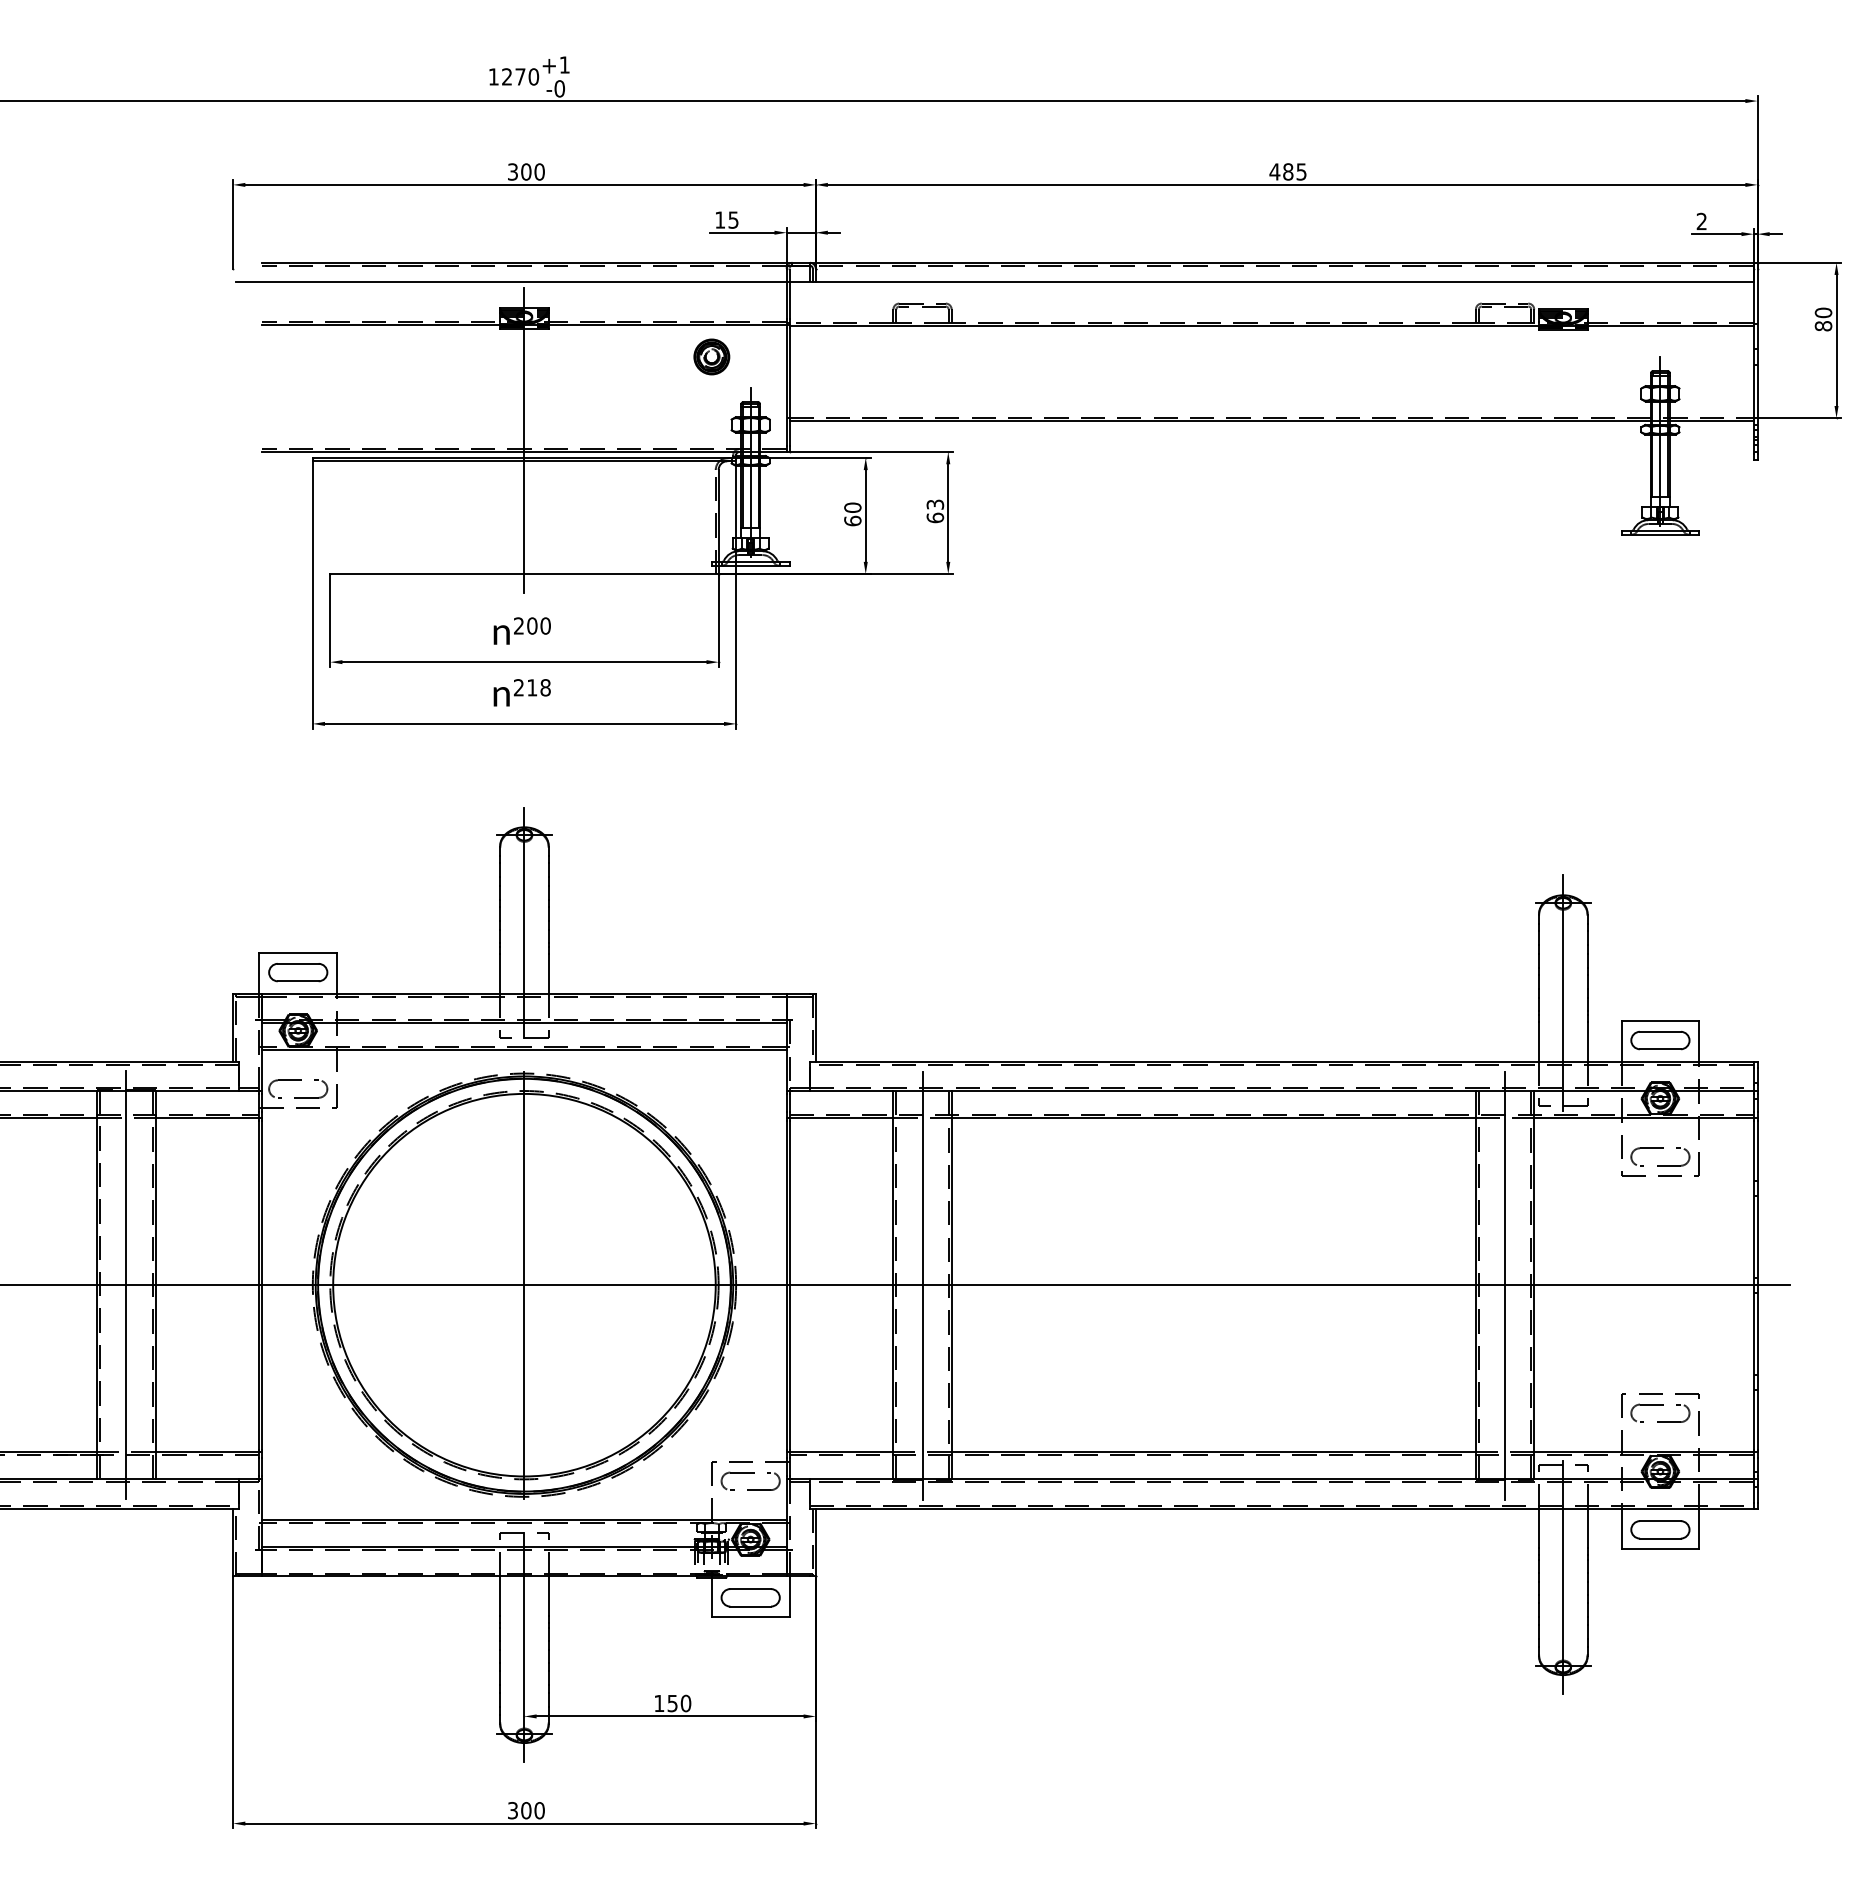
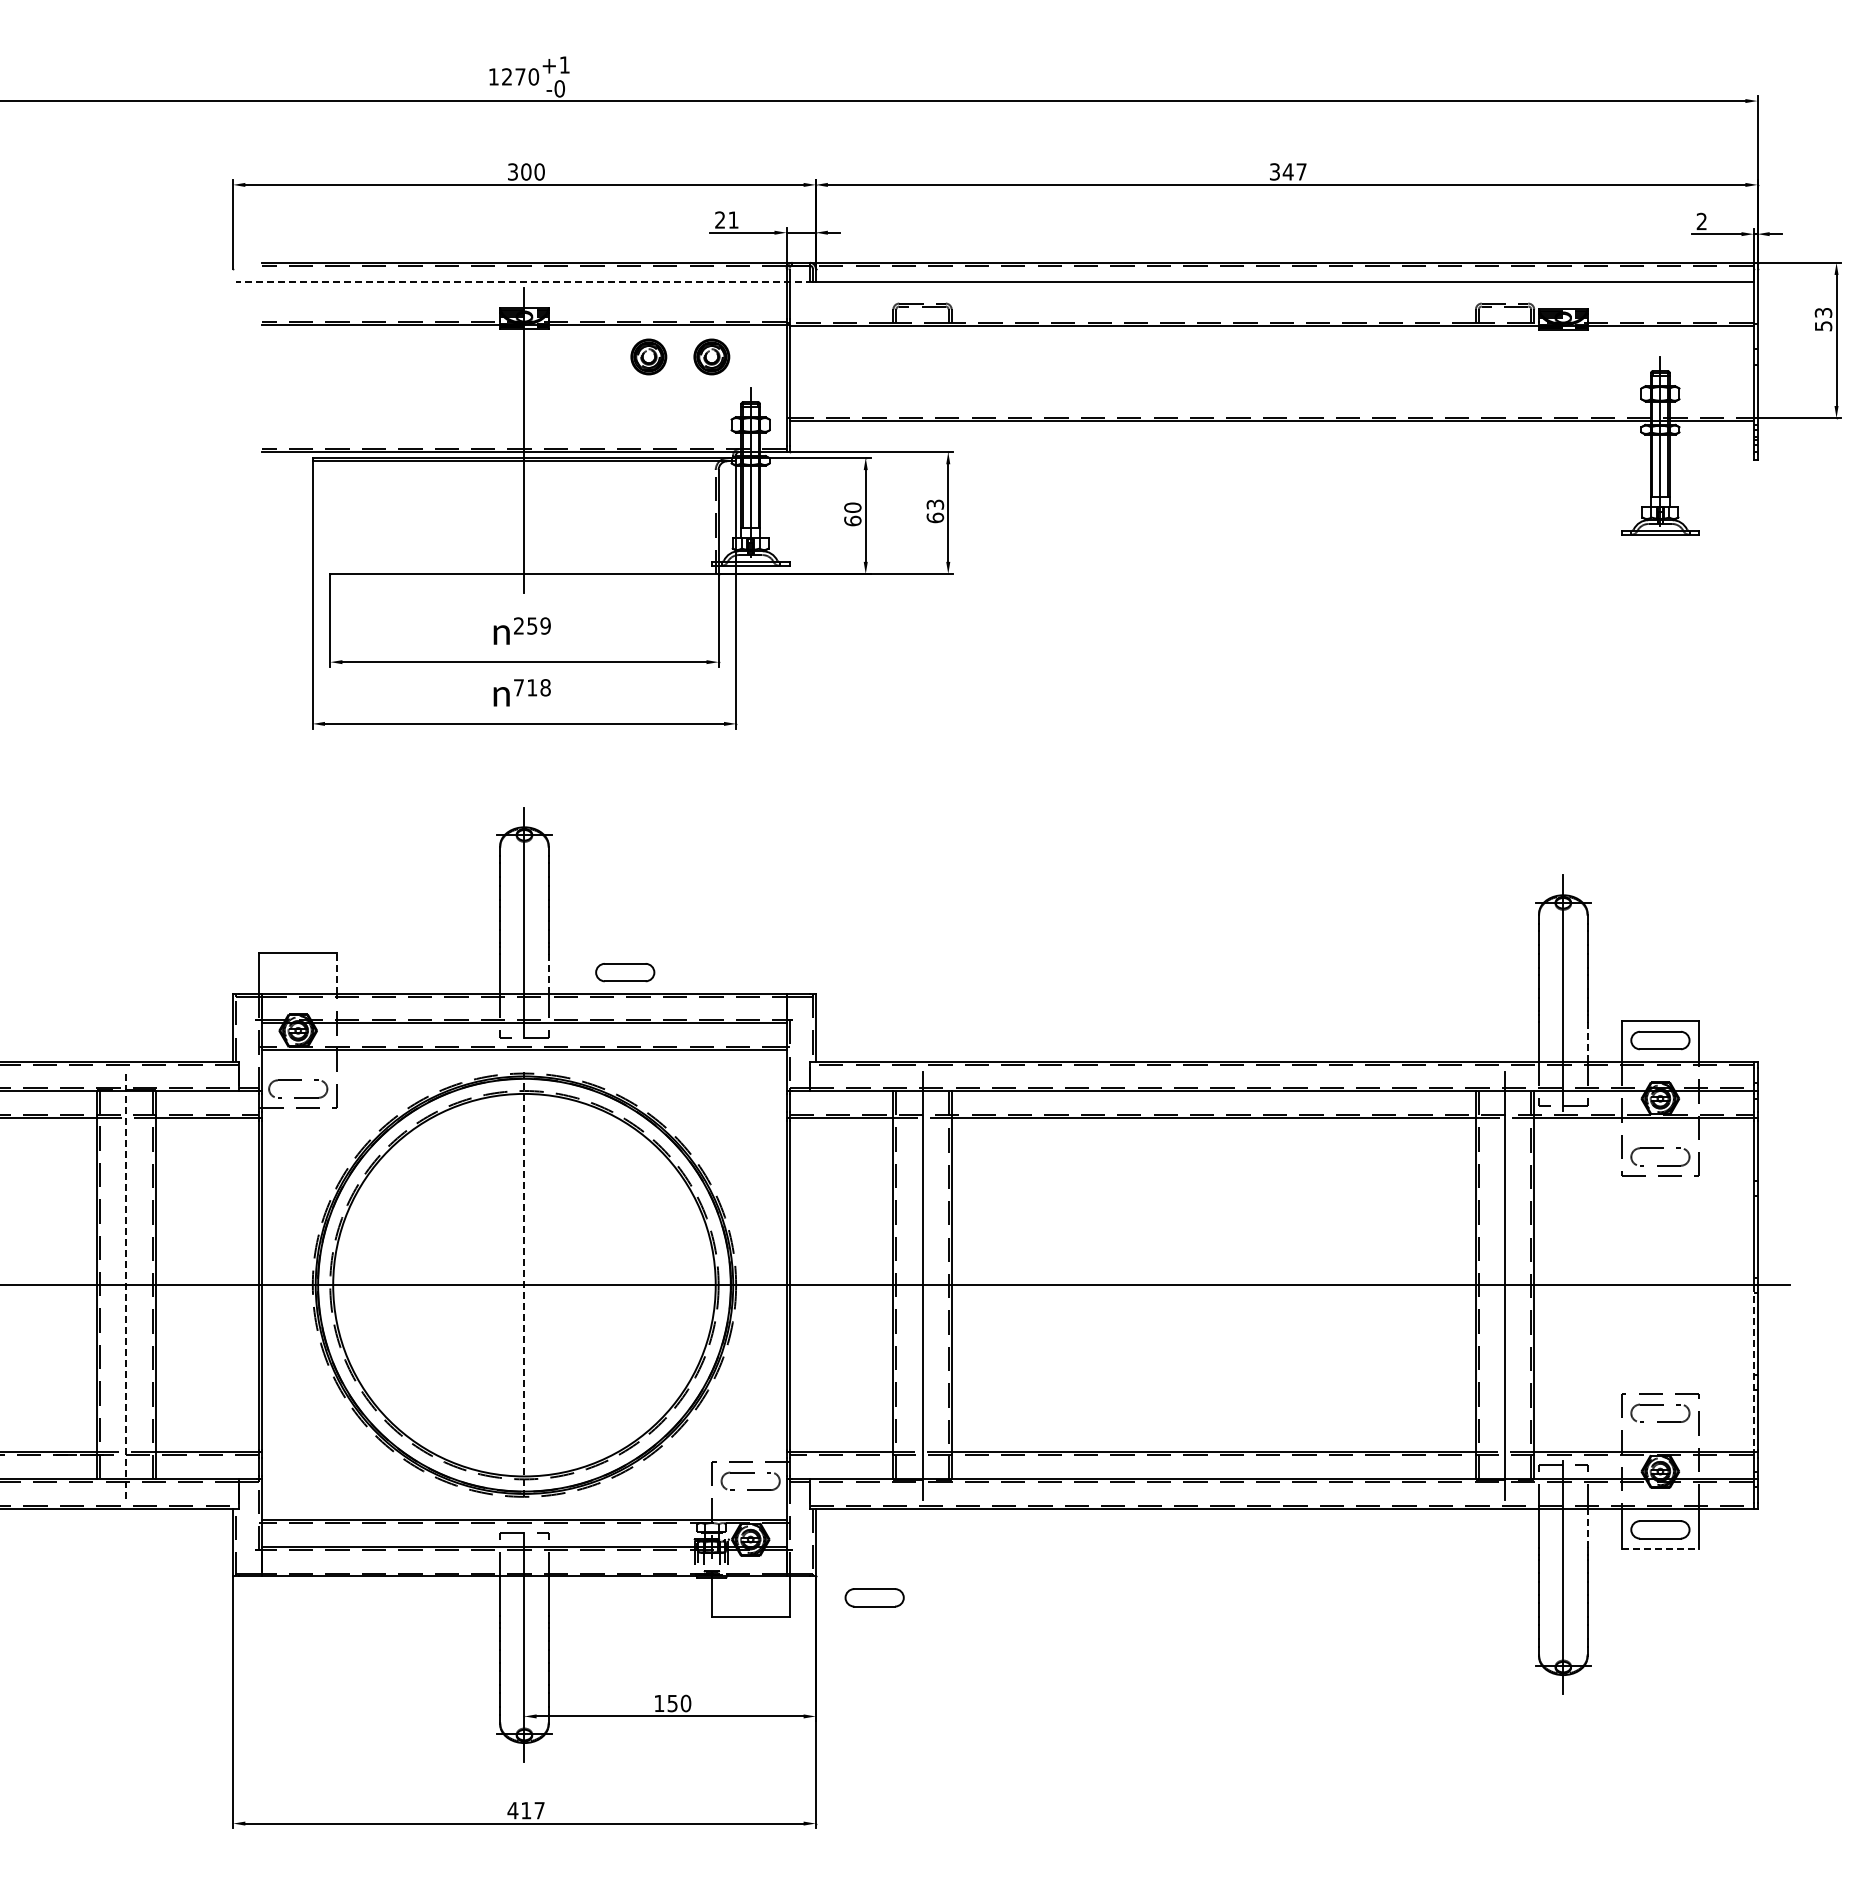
text at (1287, 171): 485 -> 347
text at (726, 219): 15 -> 21
line at (523, 282): solid -> dashed
text at (1823, 319): 80 -> 53
part at (648, 356): none -> present
text at (538, 625): 200 -> 259
text at (518, 687): 218 -> 718
part at (298, 972) position: (298, 972) -> (625, 972)
line at (337, 973): solid -> dashed
line at (548, 974): solid -> dashed
line at (1587, 1042): solid -> dashed
line at (126, 1284): solid -> dashed
line at (524, 1285): solid -> dashed
line at (1753, 1367): solid -> dashed
line at (1587, 1528): solid -> dashed
line at (1660, 1549): solid -> dashed
part at (750, 1597) position: (750, 1597) -> (874, 1597)
text at (525, 1810): 300 -> 417
